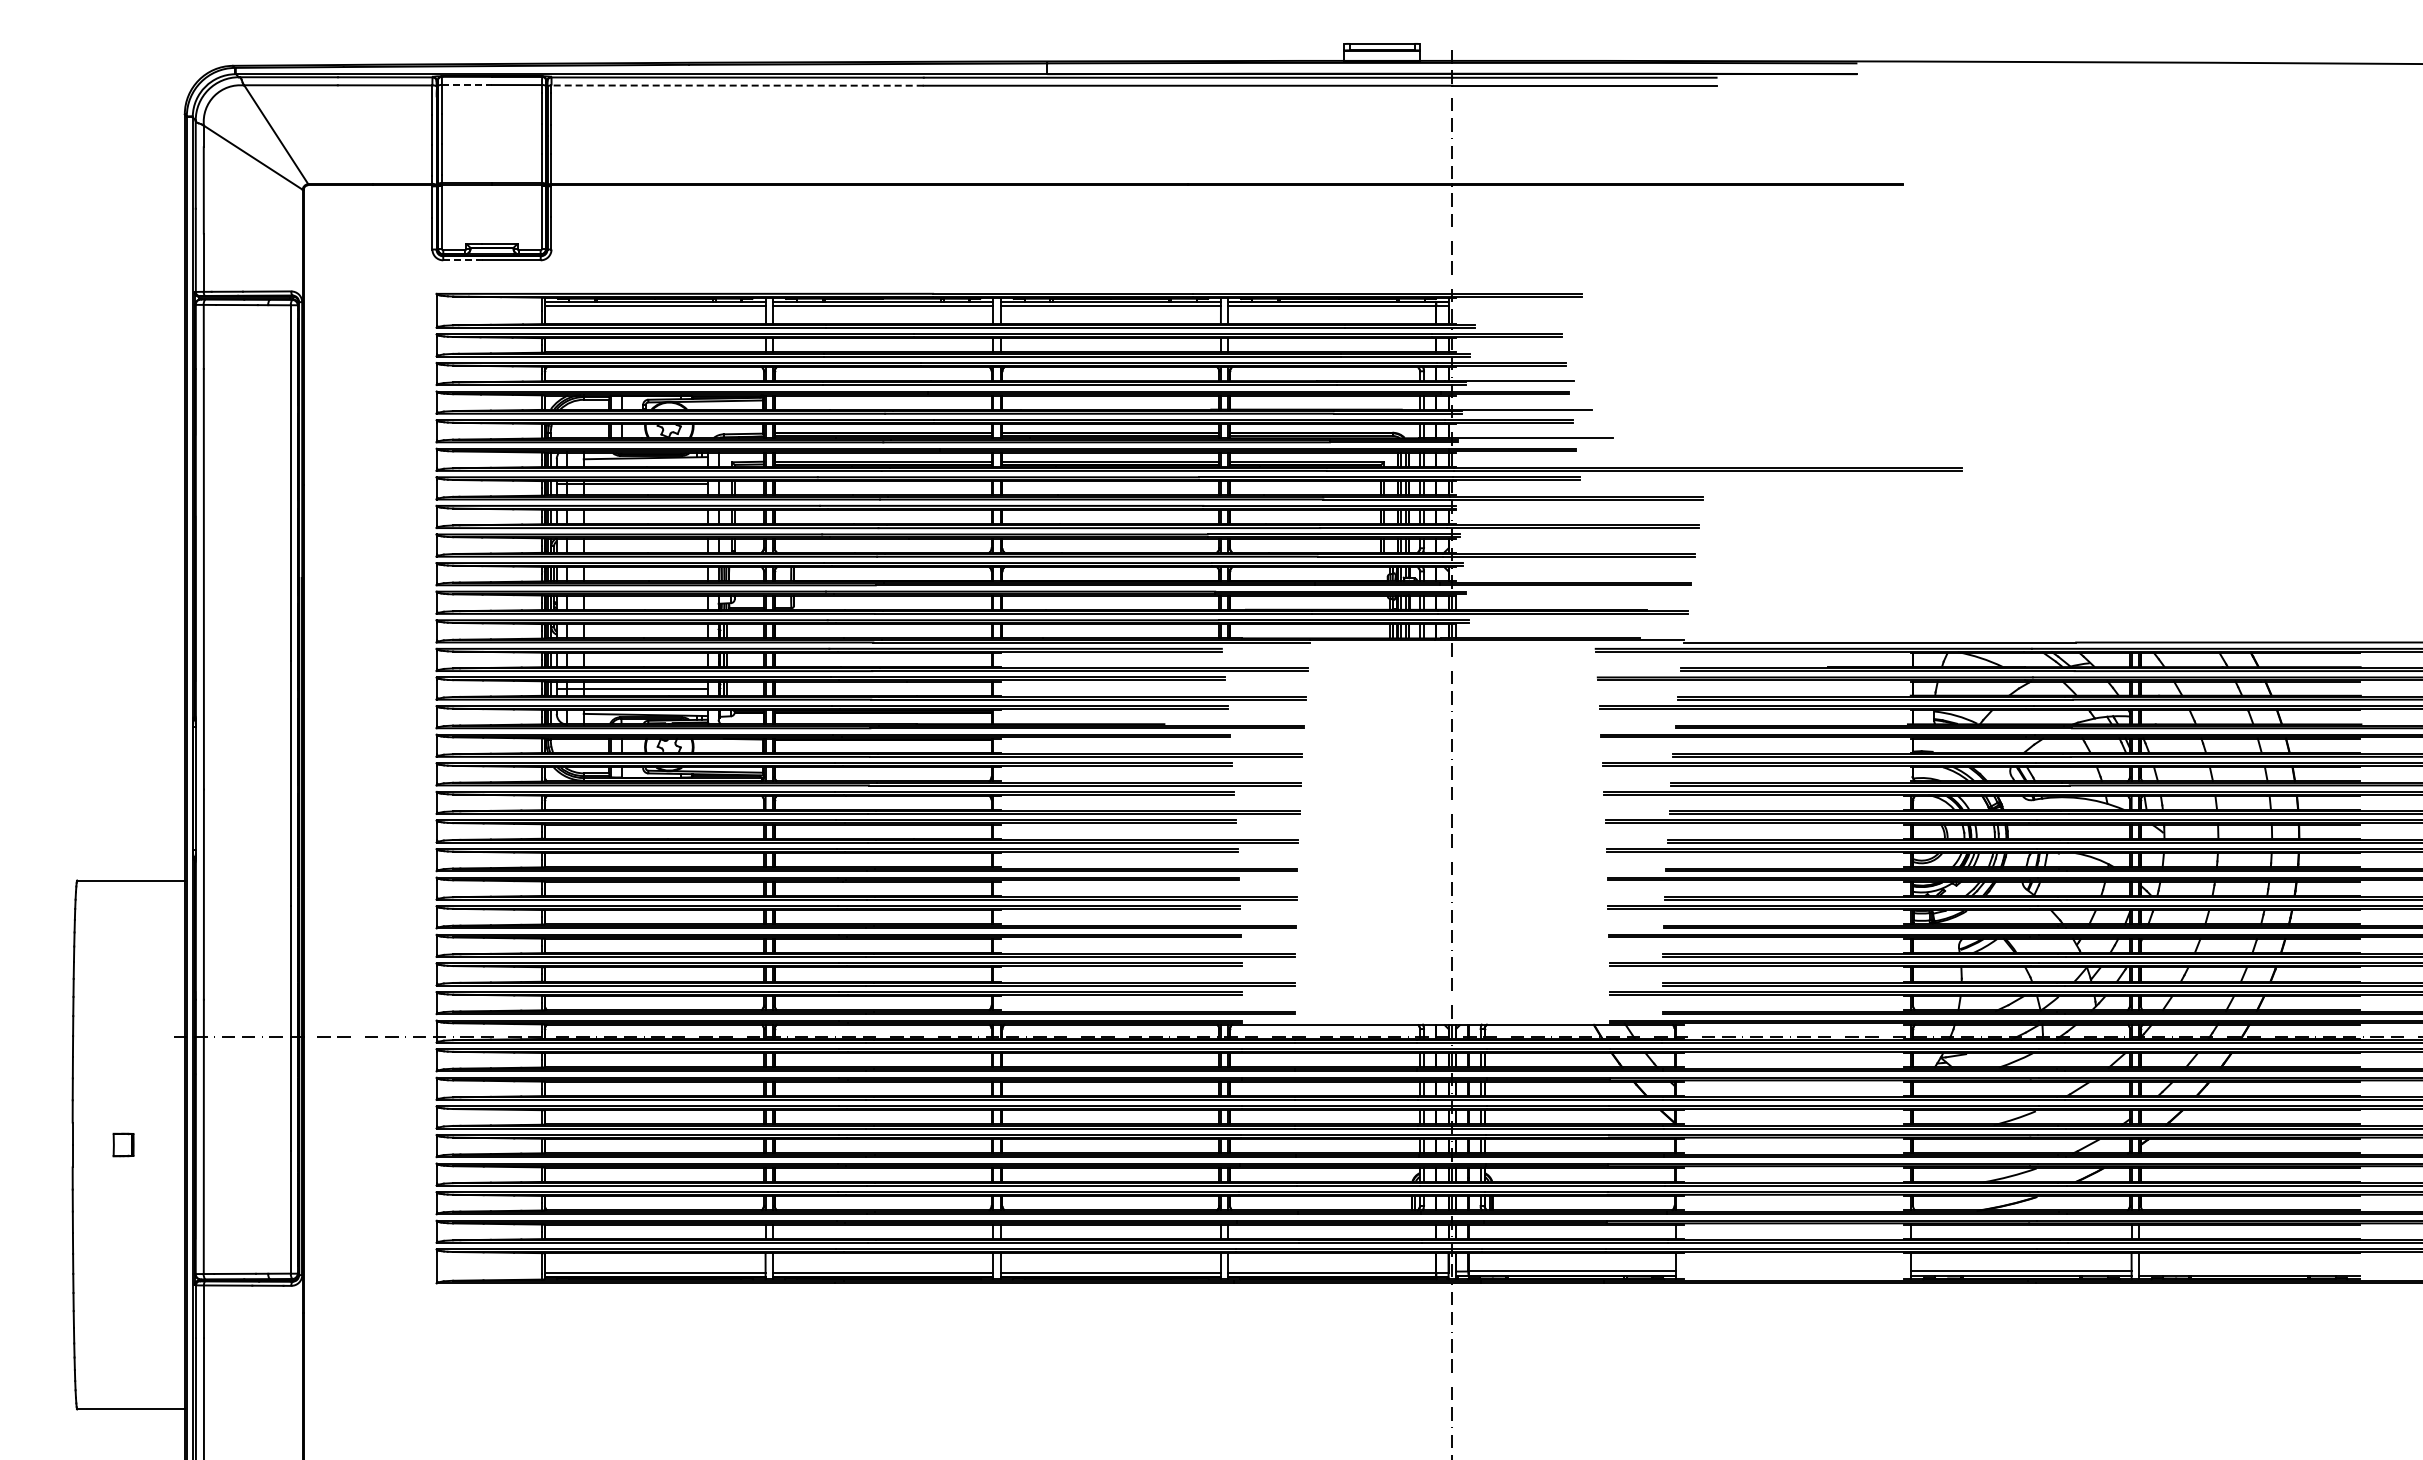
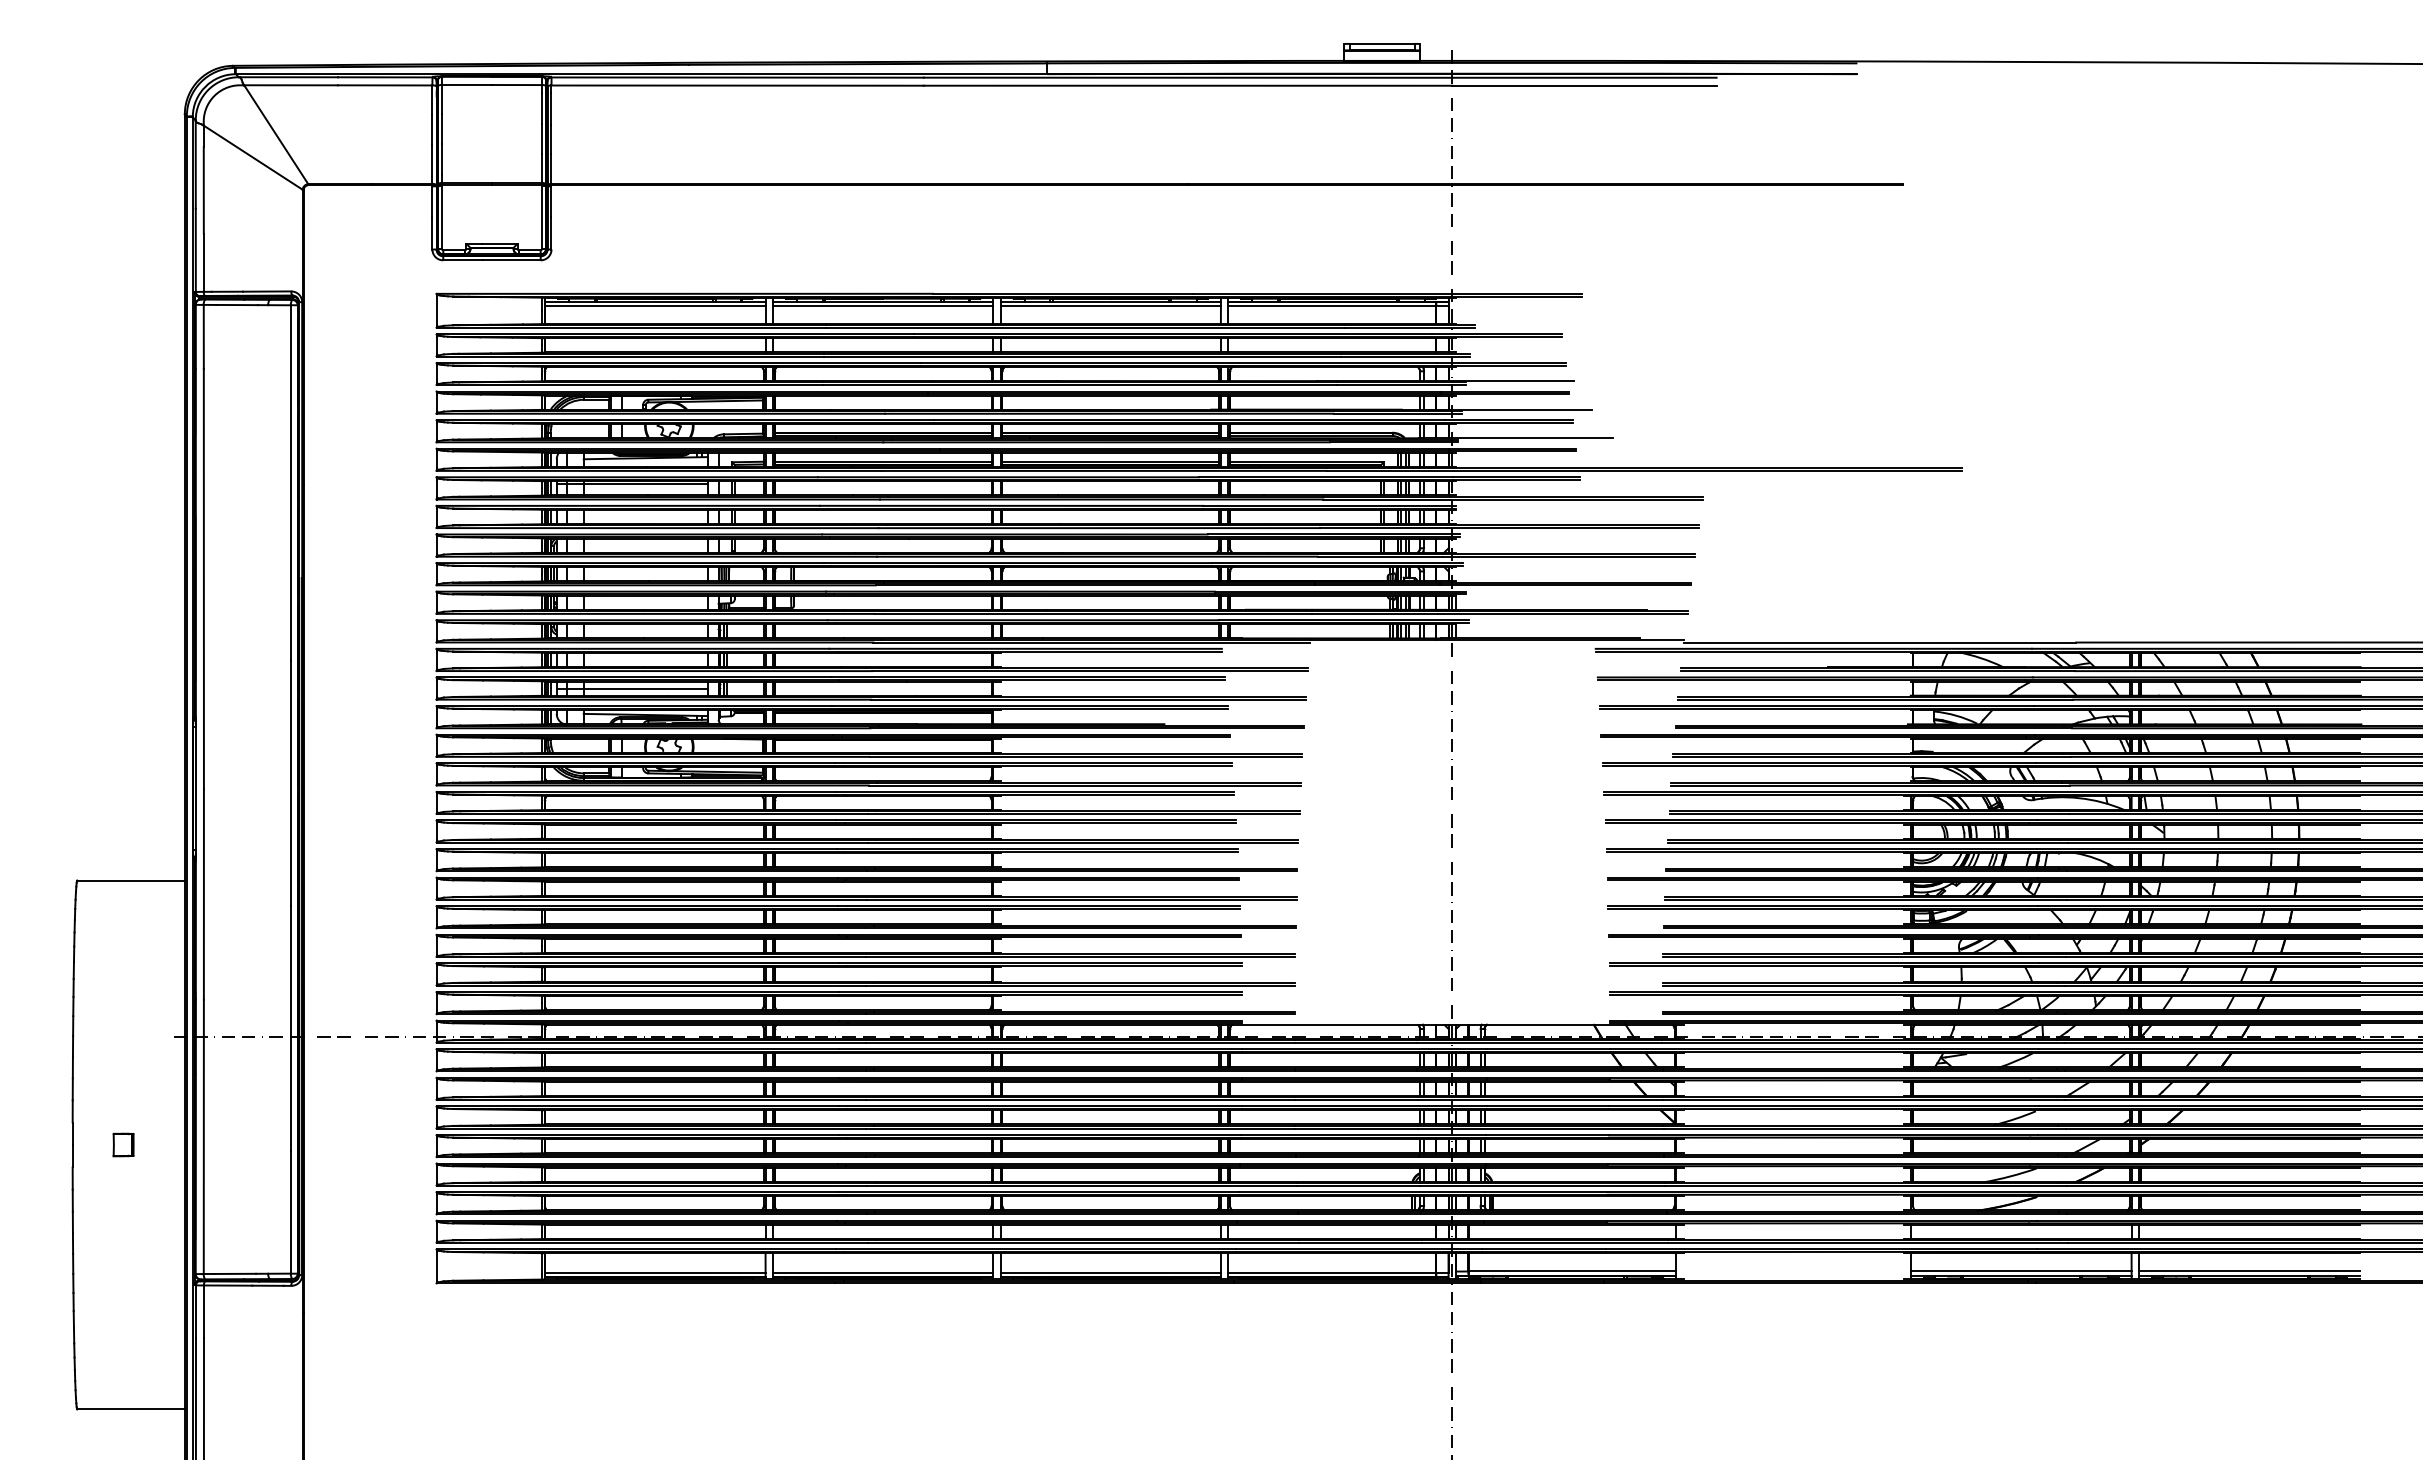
line at (467, 85): dashed -> solid
line at (737, 85): dashed -> solid
line at (463, 260): dashed -> solid
line at (2249, 1271): none -> present
